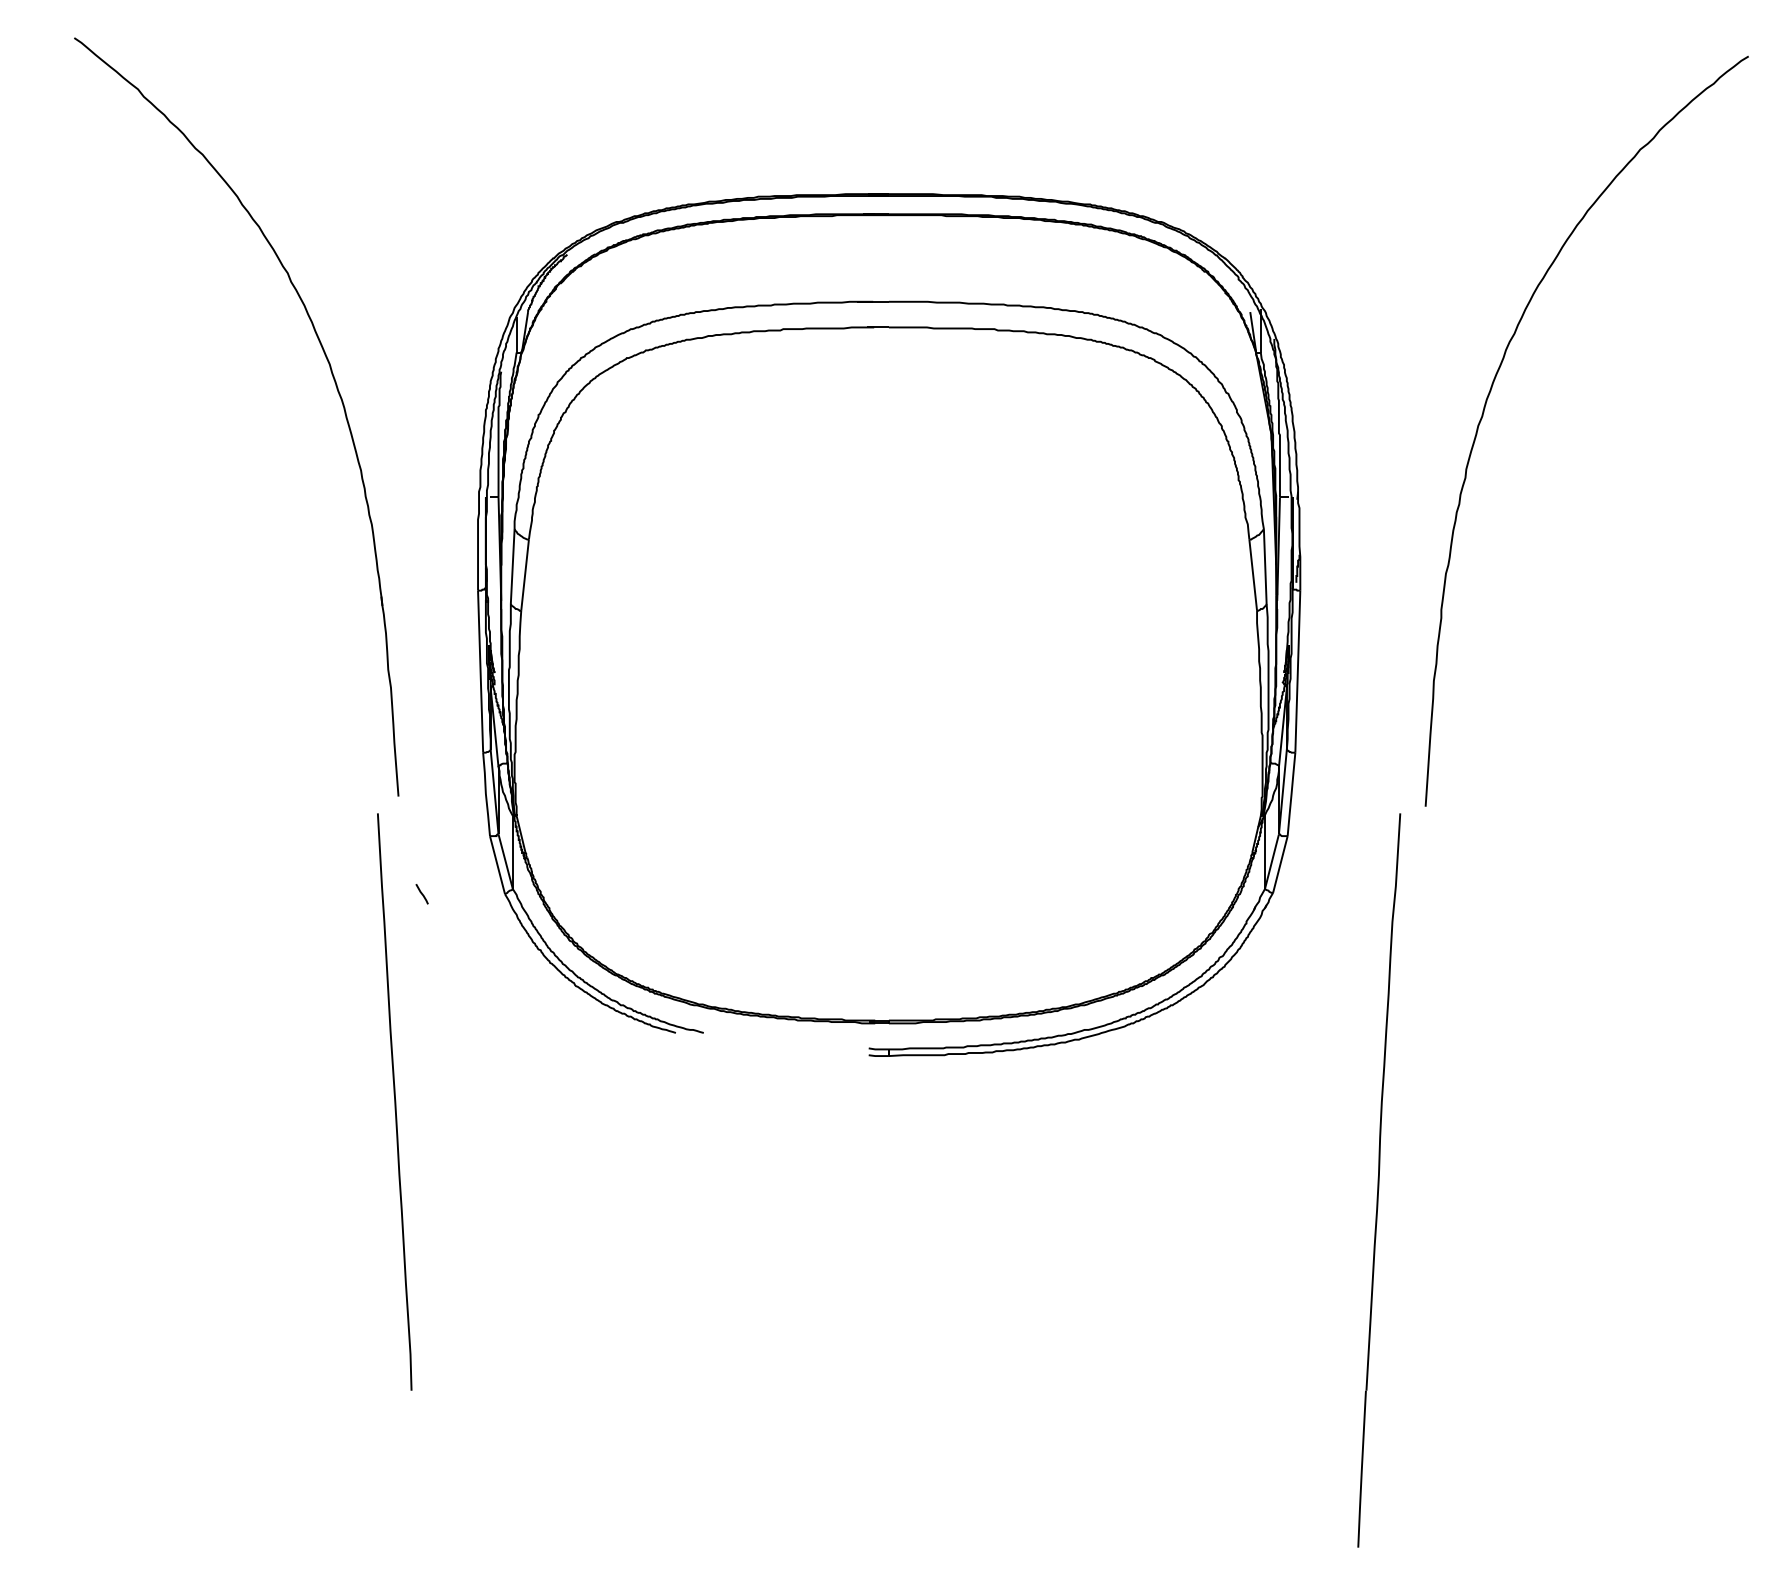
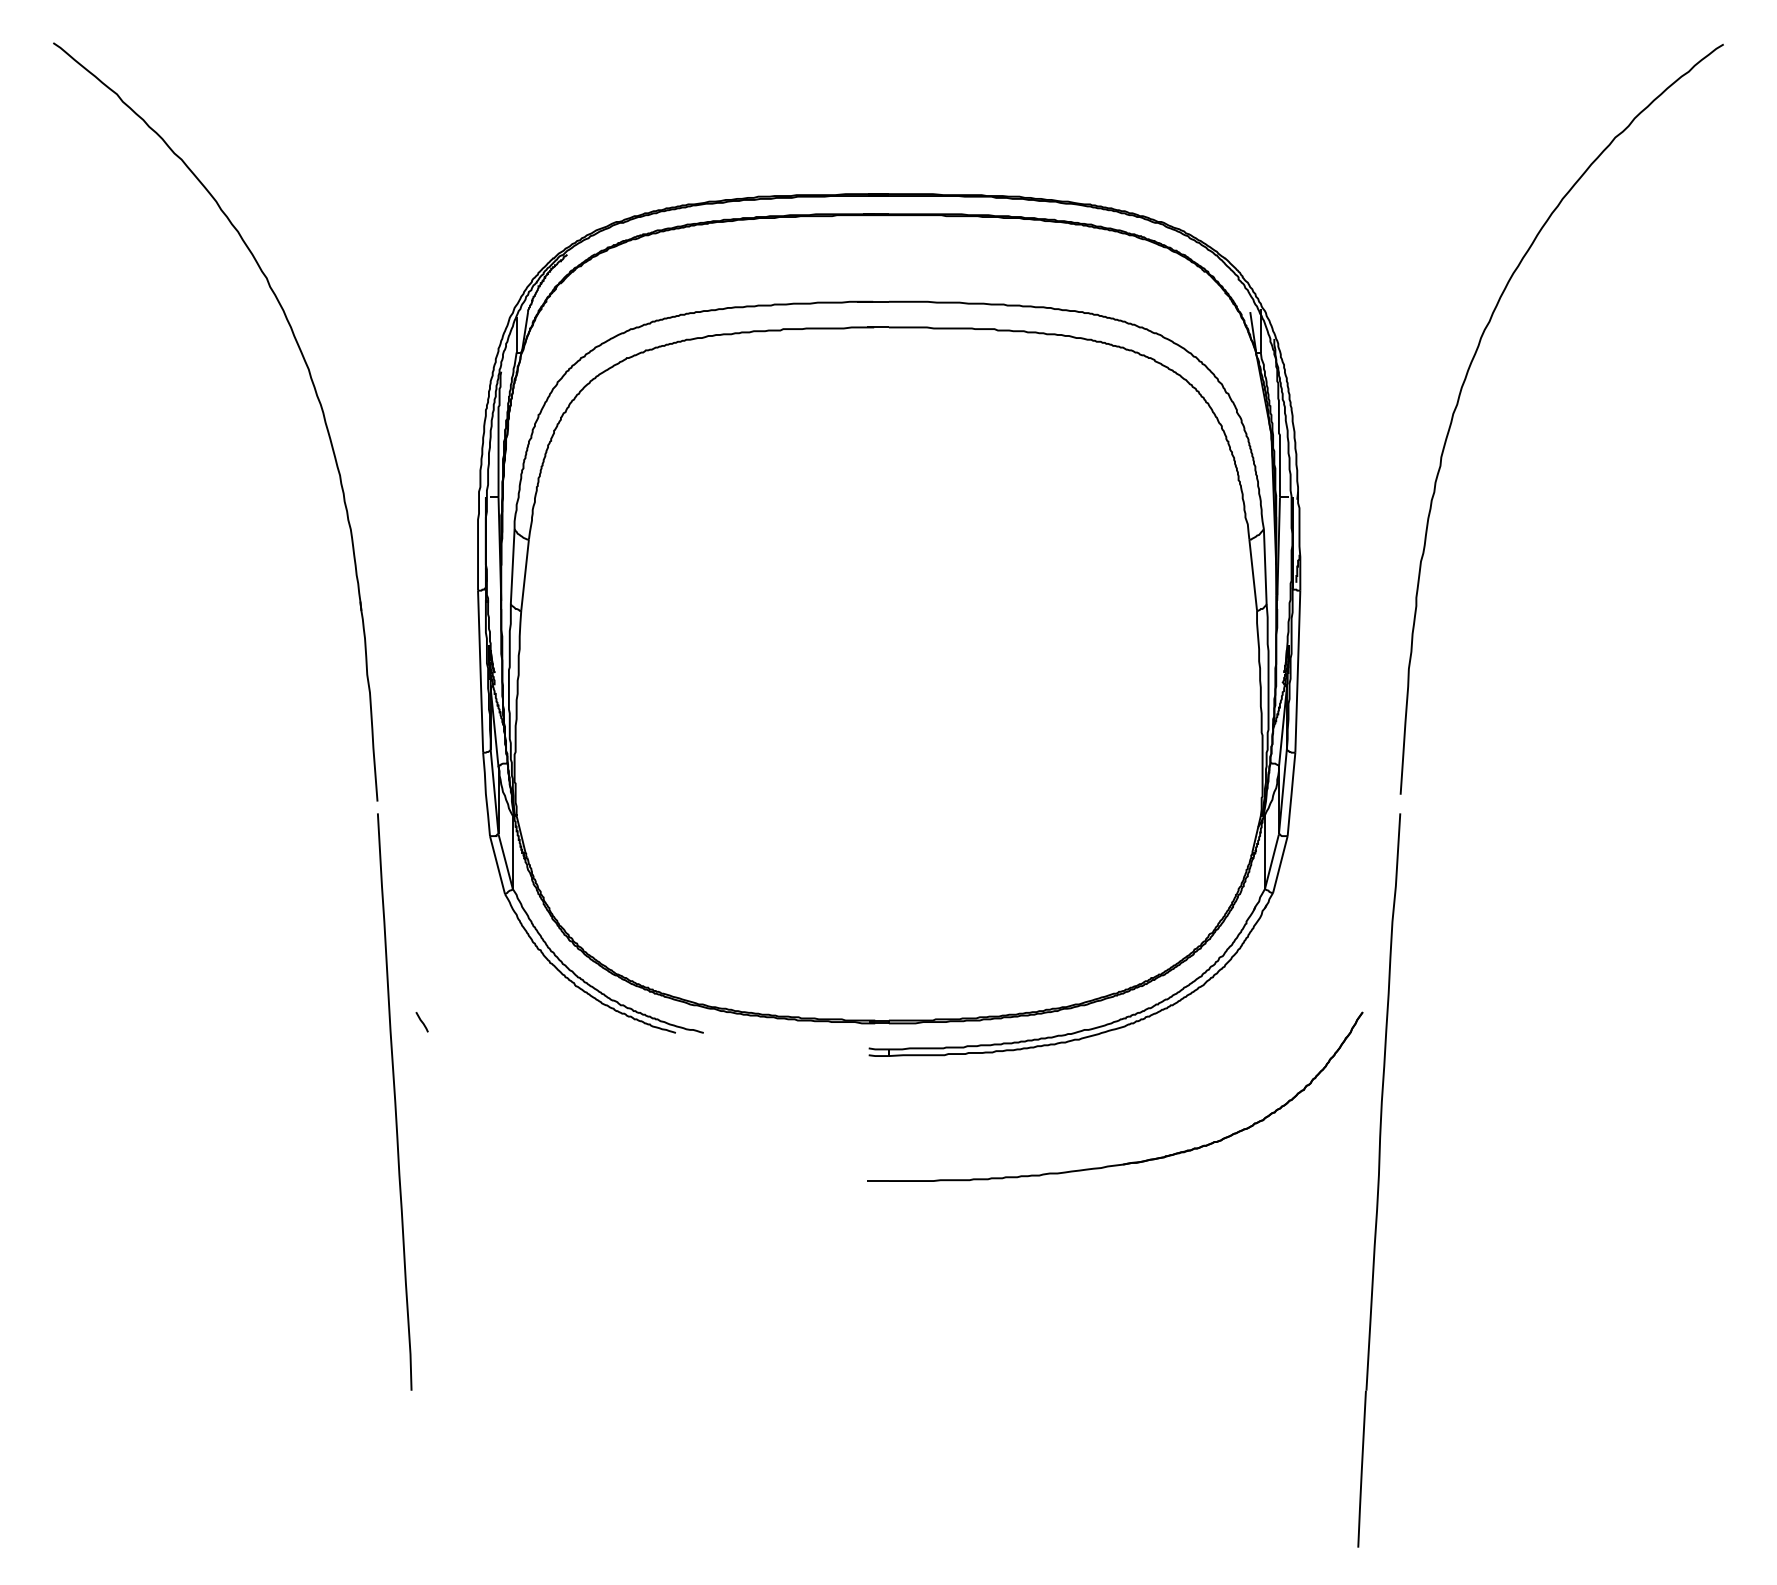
part at (335, 386) position: (335, 386) -> (314, 391)
curve at (1491, 391) position: (1491, 391) -> (1466, 379)
line at (421, 894) position: (421, 894) -> (421, 1022)
part at (1127, 1162): none -> present
